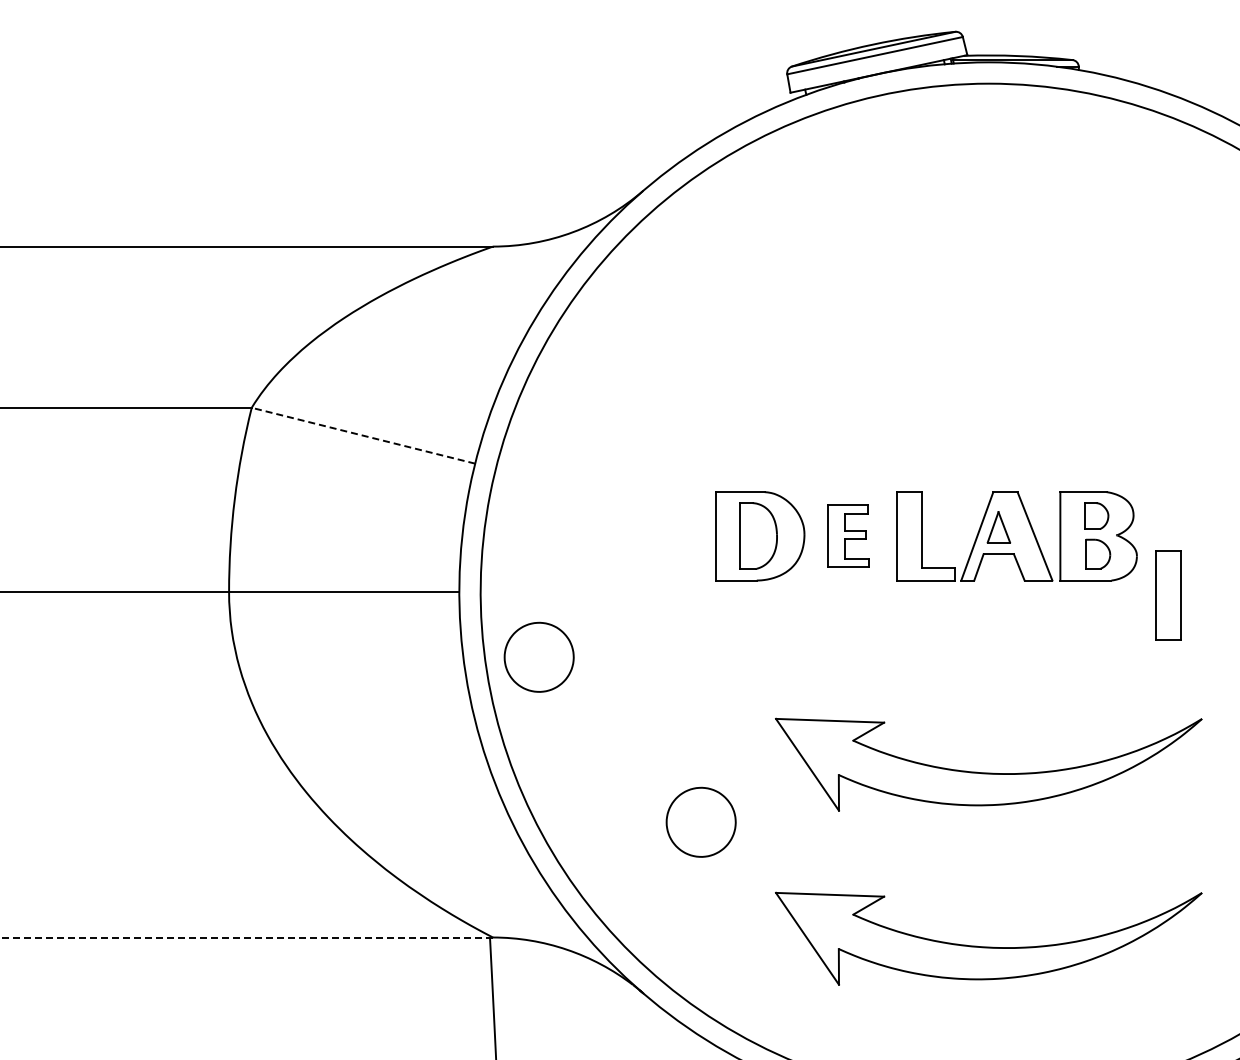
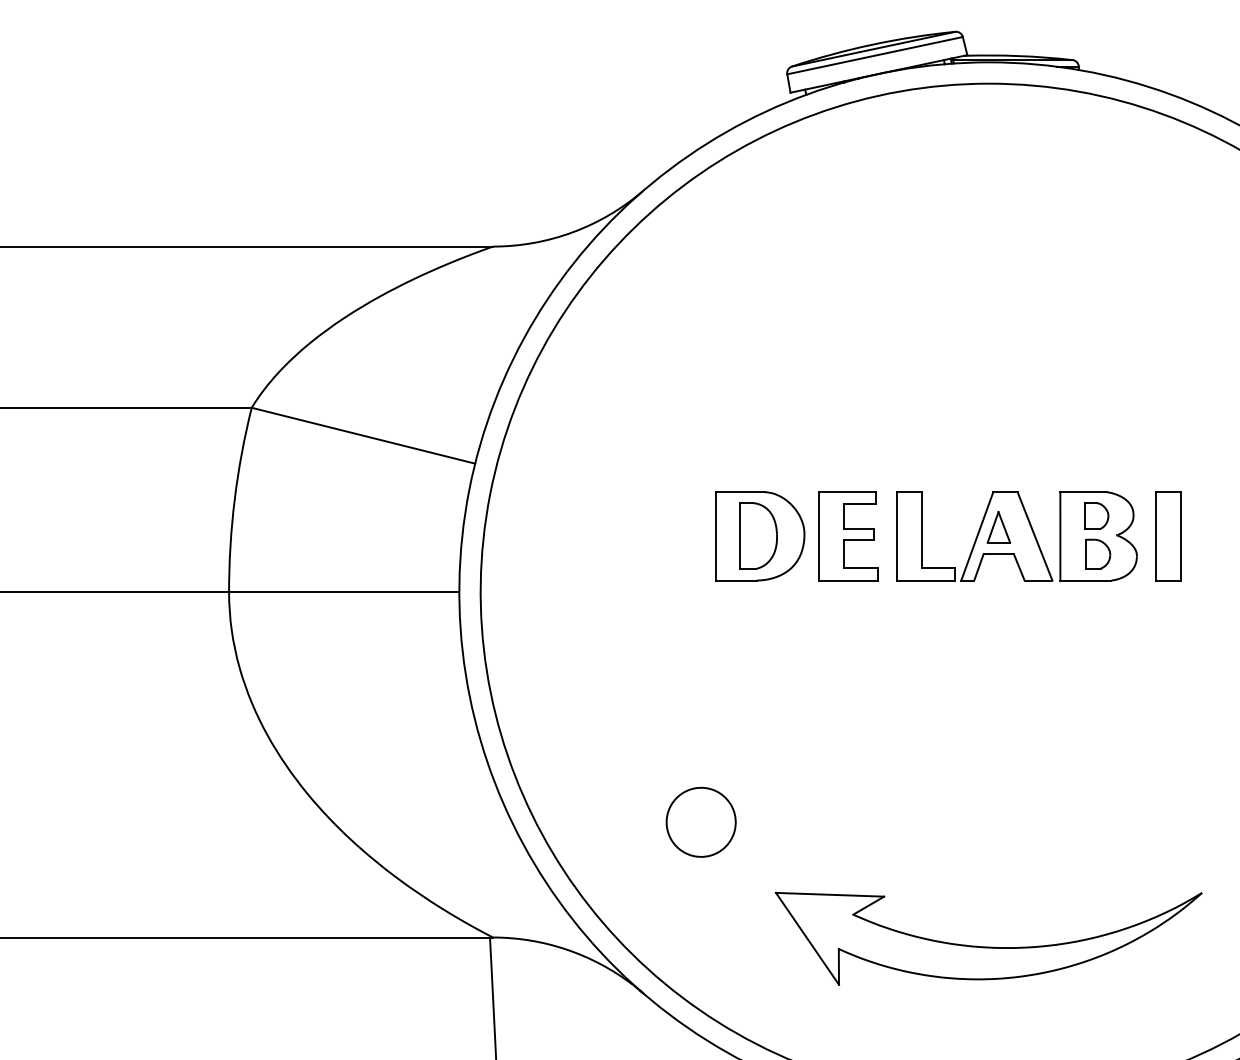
line at (362, 435): dashed -> solid
part at (848, 535) size: 43x64 px -> 61x91 px
part at (1168, 595) position: (1168, 595) -> (1168, 536)
part at (538, 656): present -> none
part at (988, 772): present -> none
line at (246, 937): dashed -> solid
